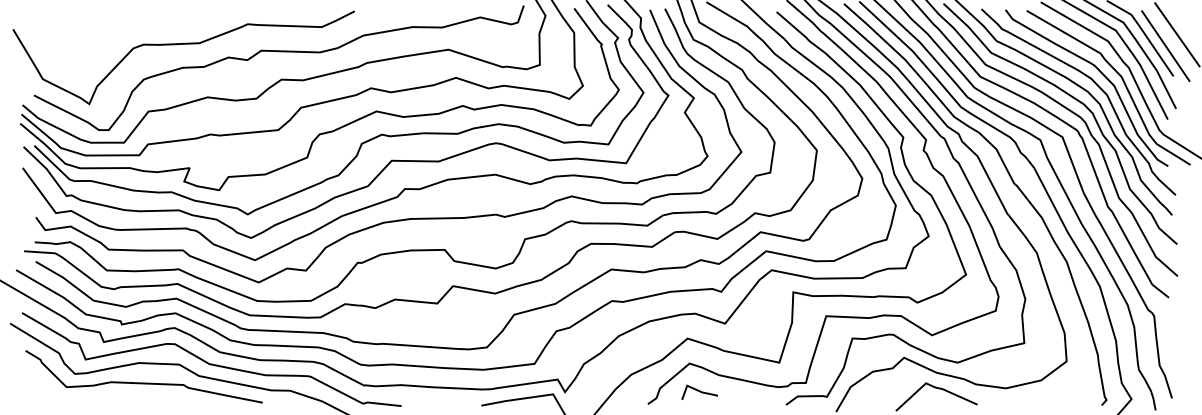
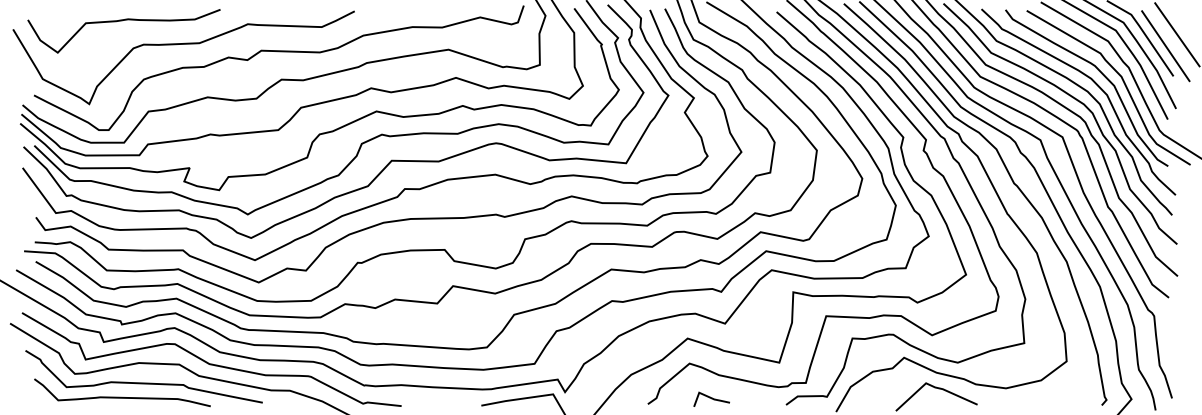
curve at (122, 21): none -> present
line at (699, 391) position: (699, 391) -> (711, 398)
curve at (122, 396): none -> present
